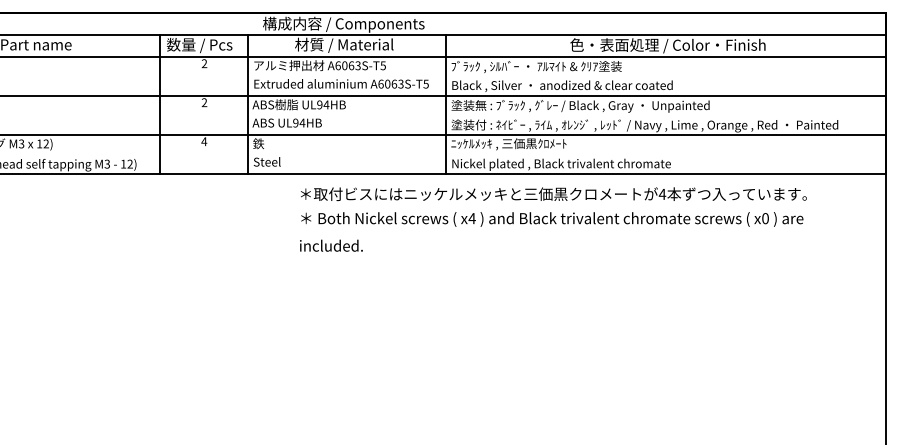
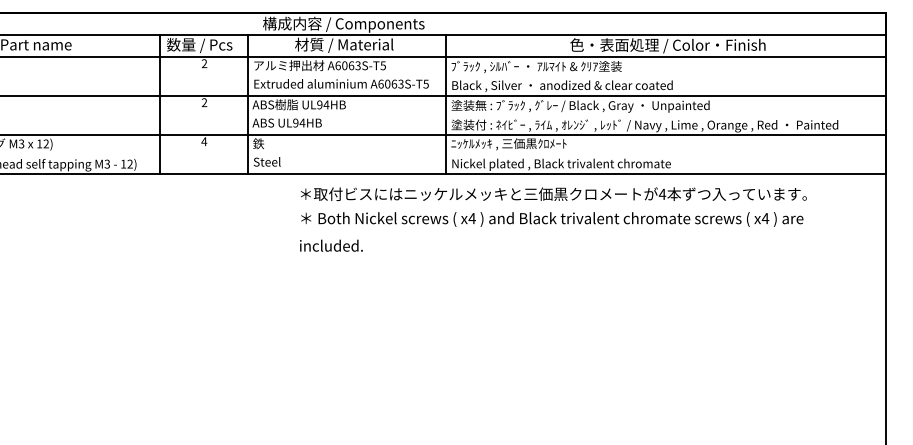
text at (765, 218): x0 -> x4
